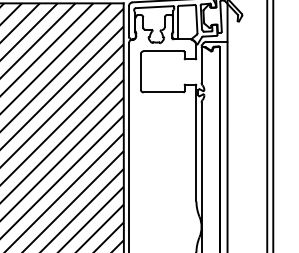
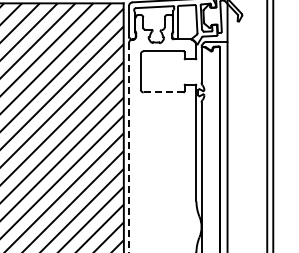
line at (163, 92): solid -> dashed
line at (128, 148): solid -> dashed
